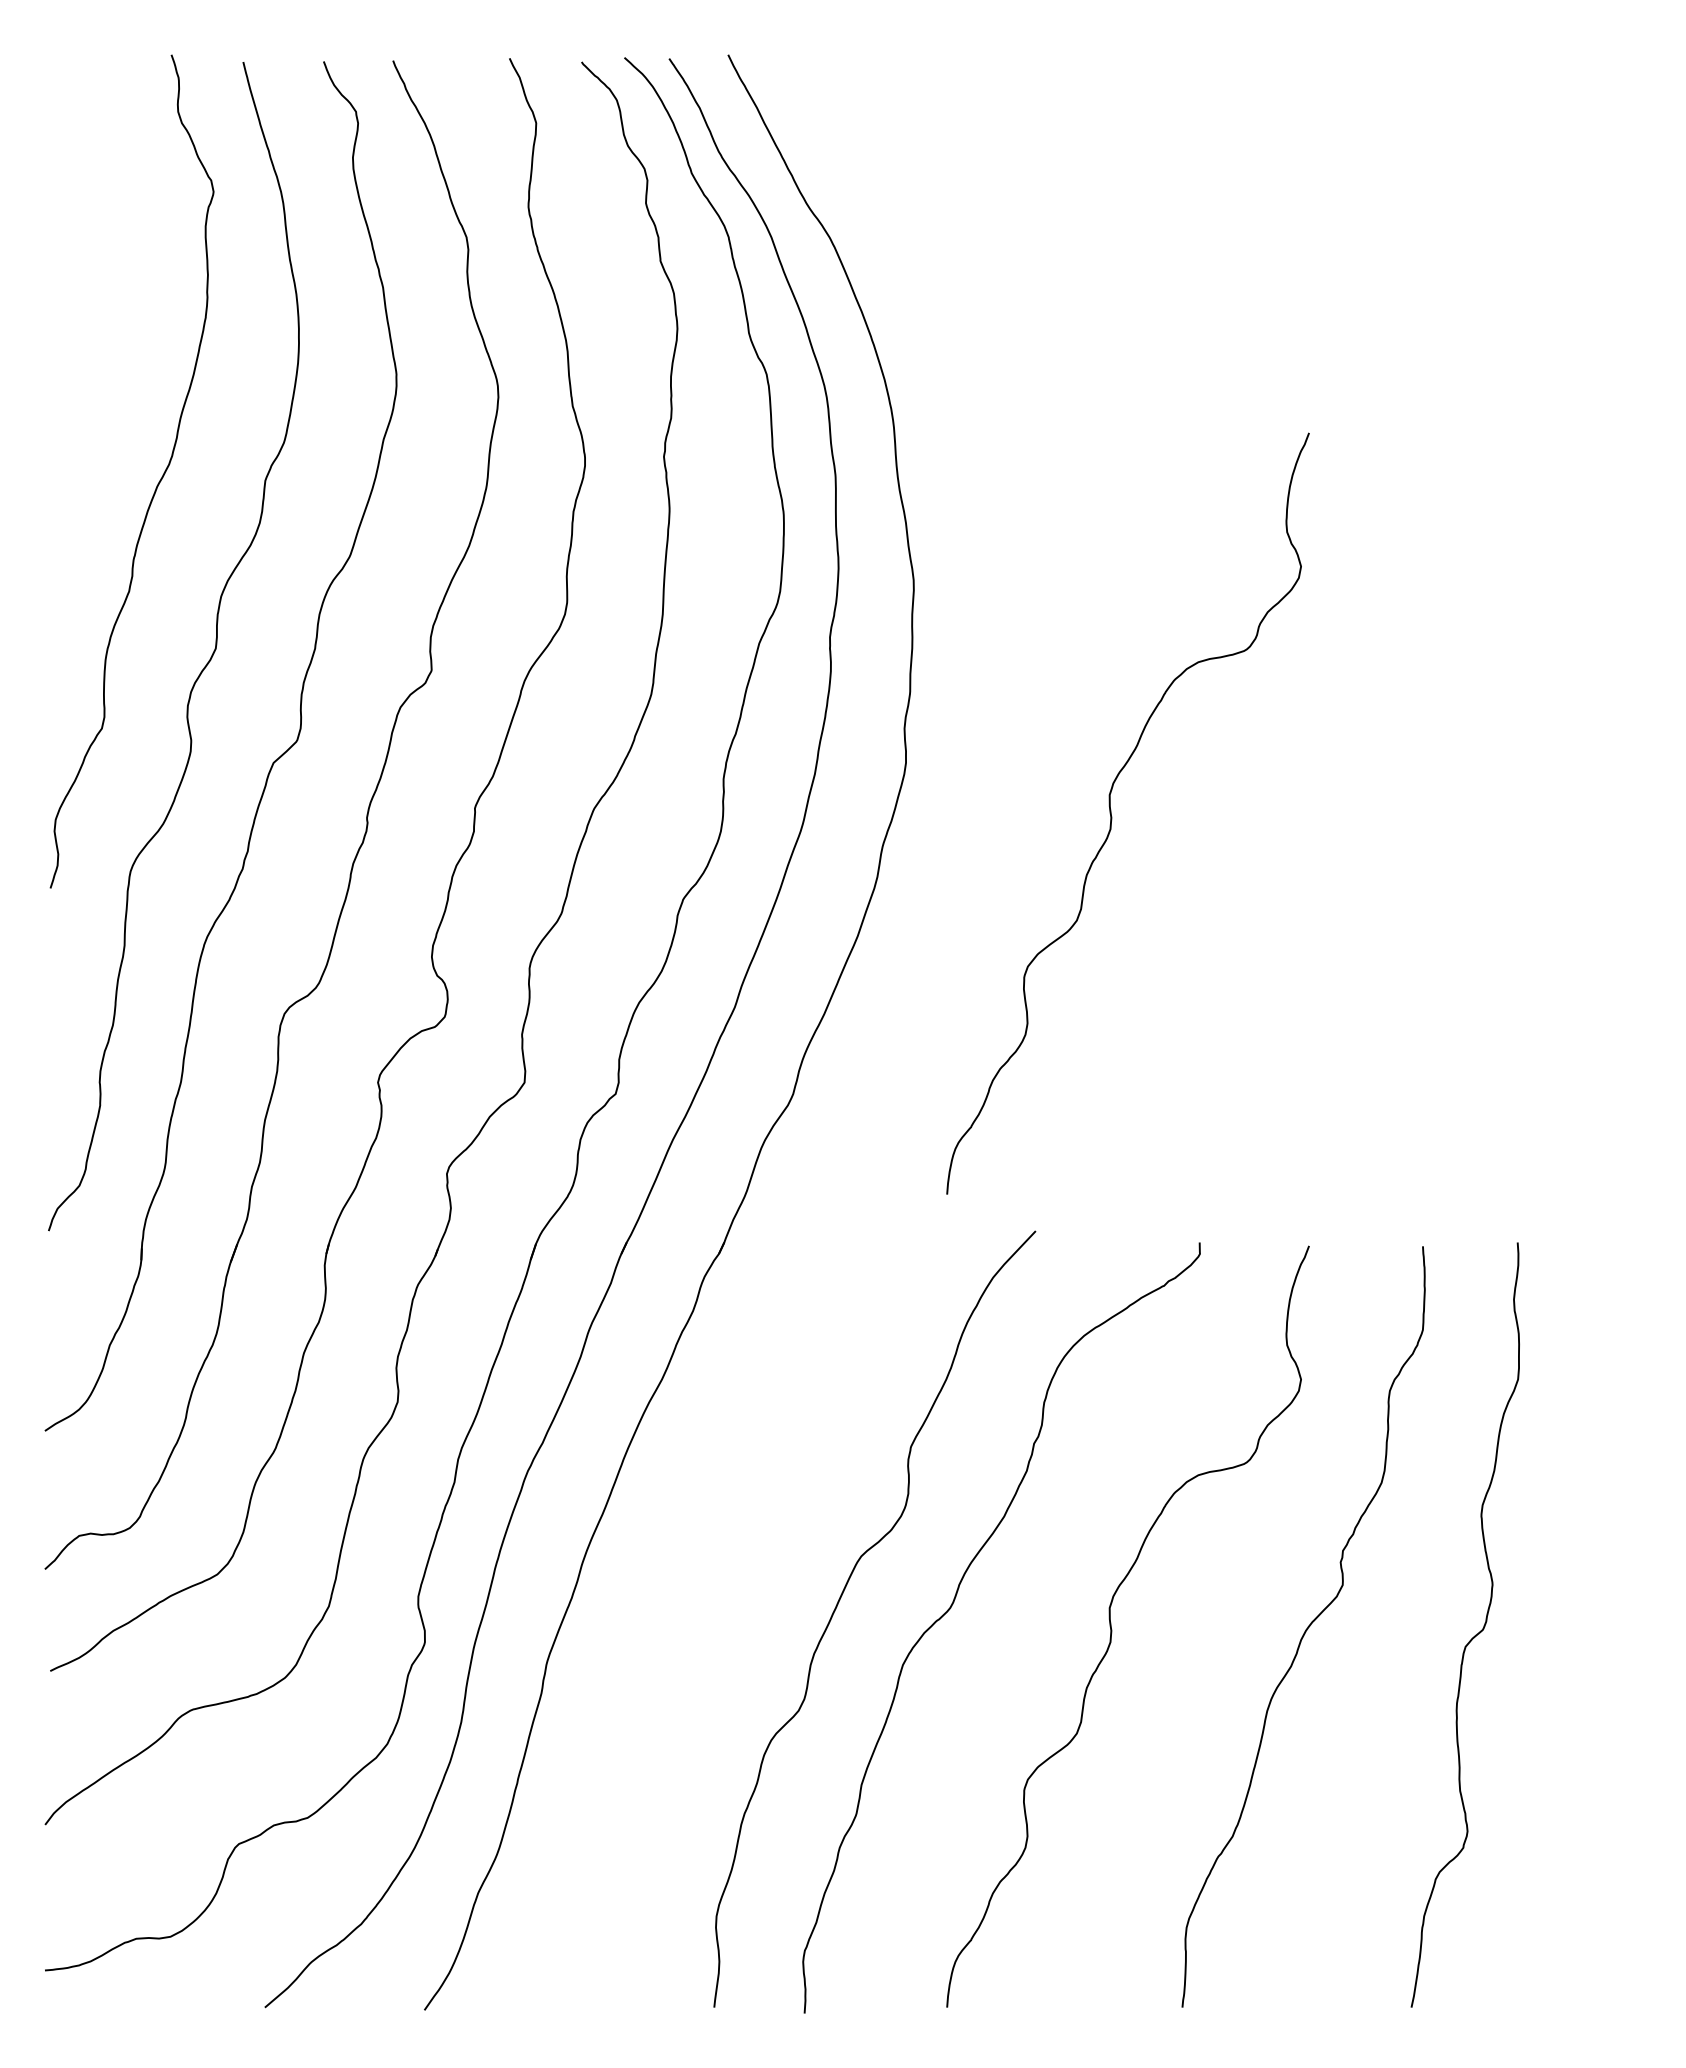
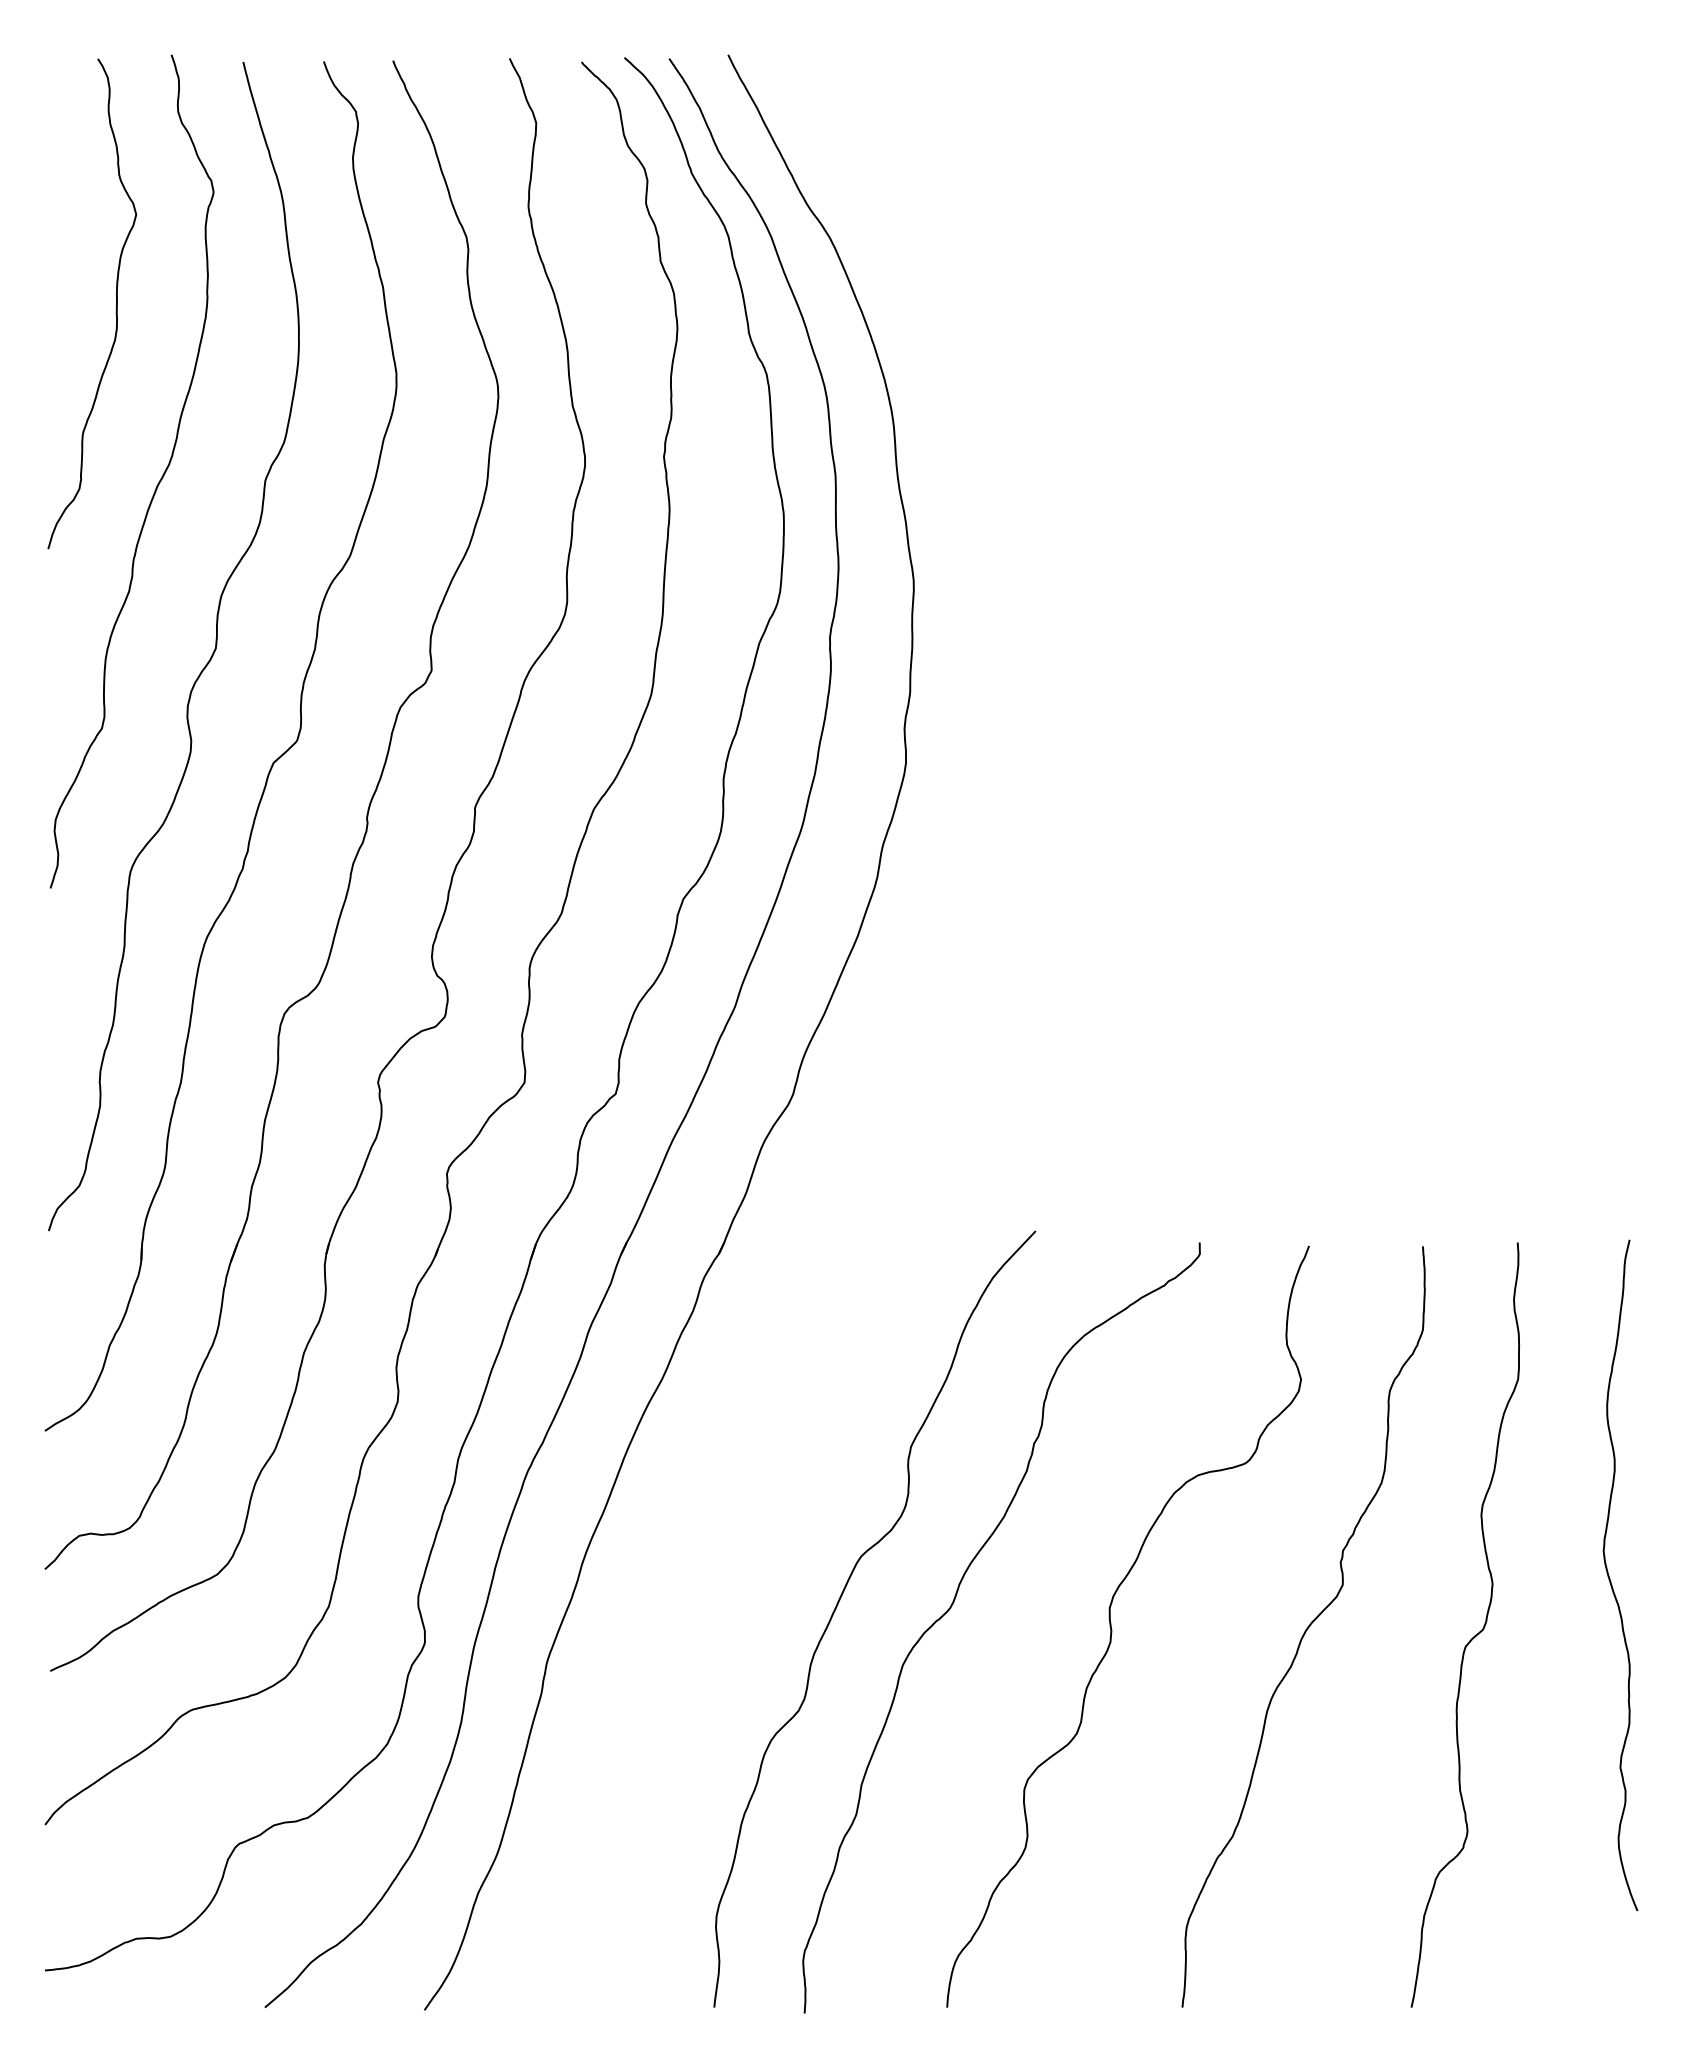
curve at (116, 303): none -> present
curve at (1112, 816): present -> none
curve at (1610, 1578): none -> present
